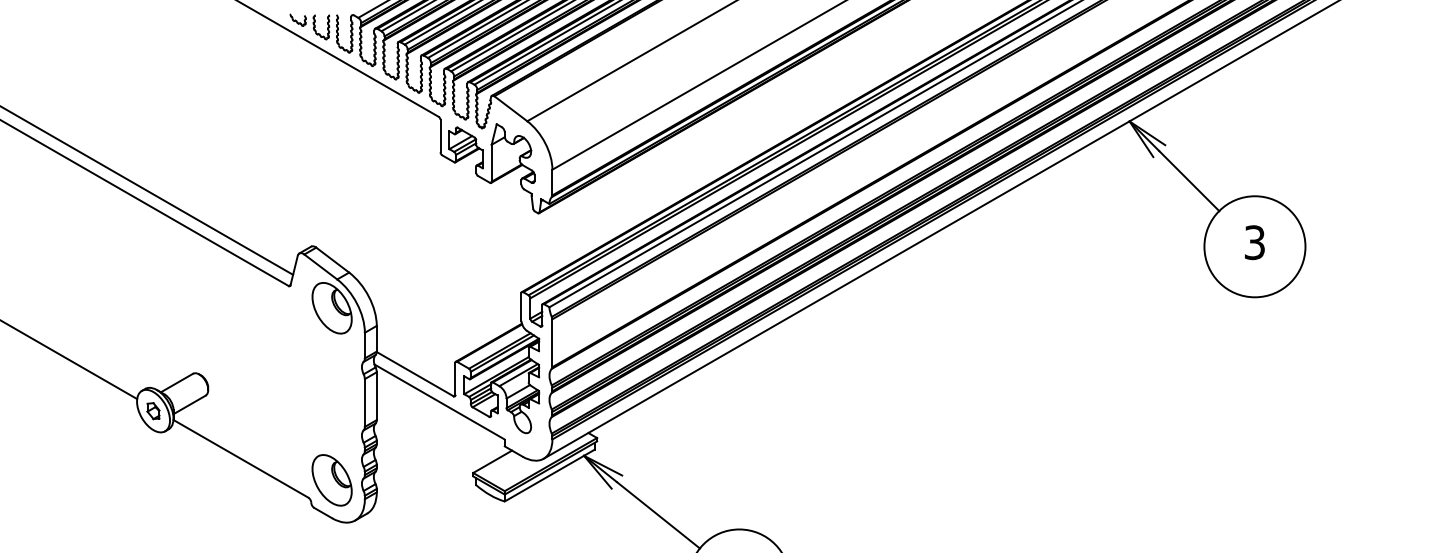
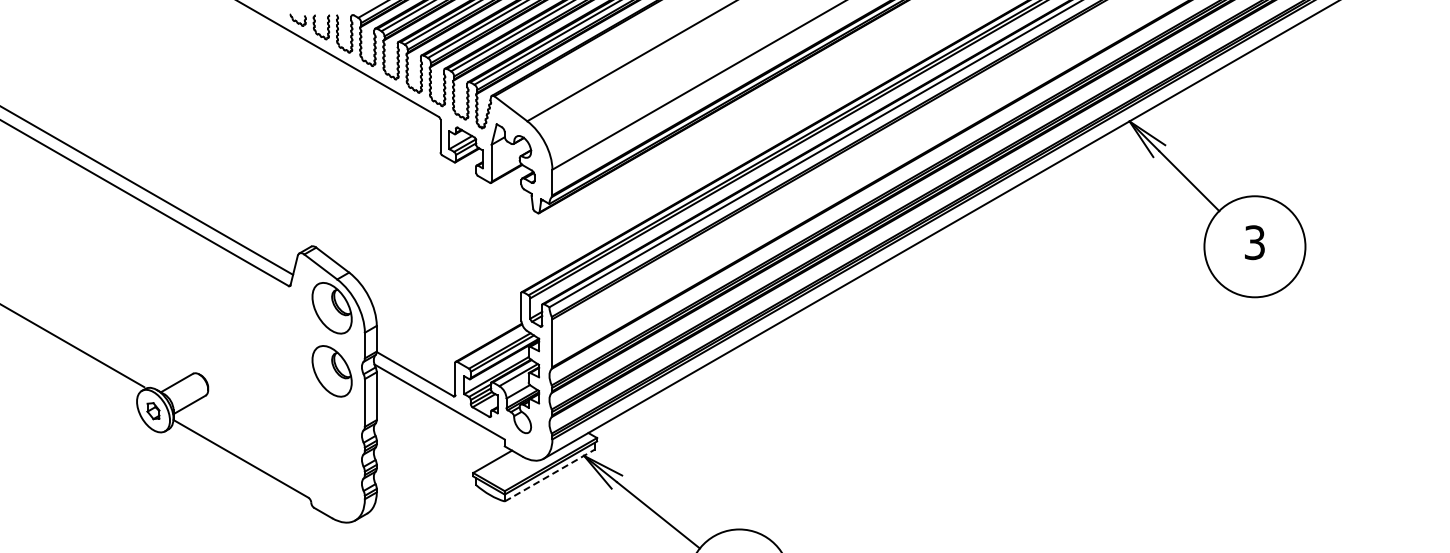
line at (69, 360) position: (69, 360) -> (73, 346)
line at (549, 475): solid -> dashed
part at (331, 480) position: (331, 480) -> (331, 371)
